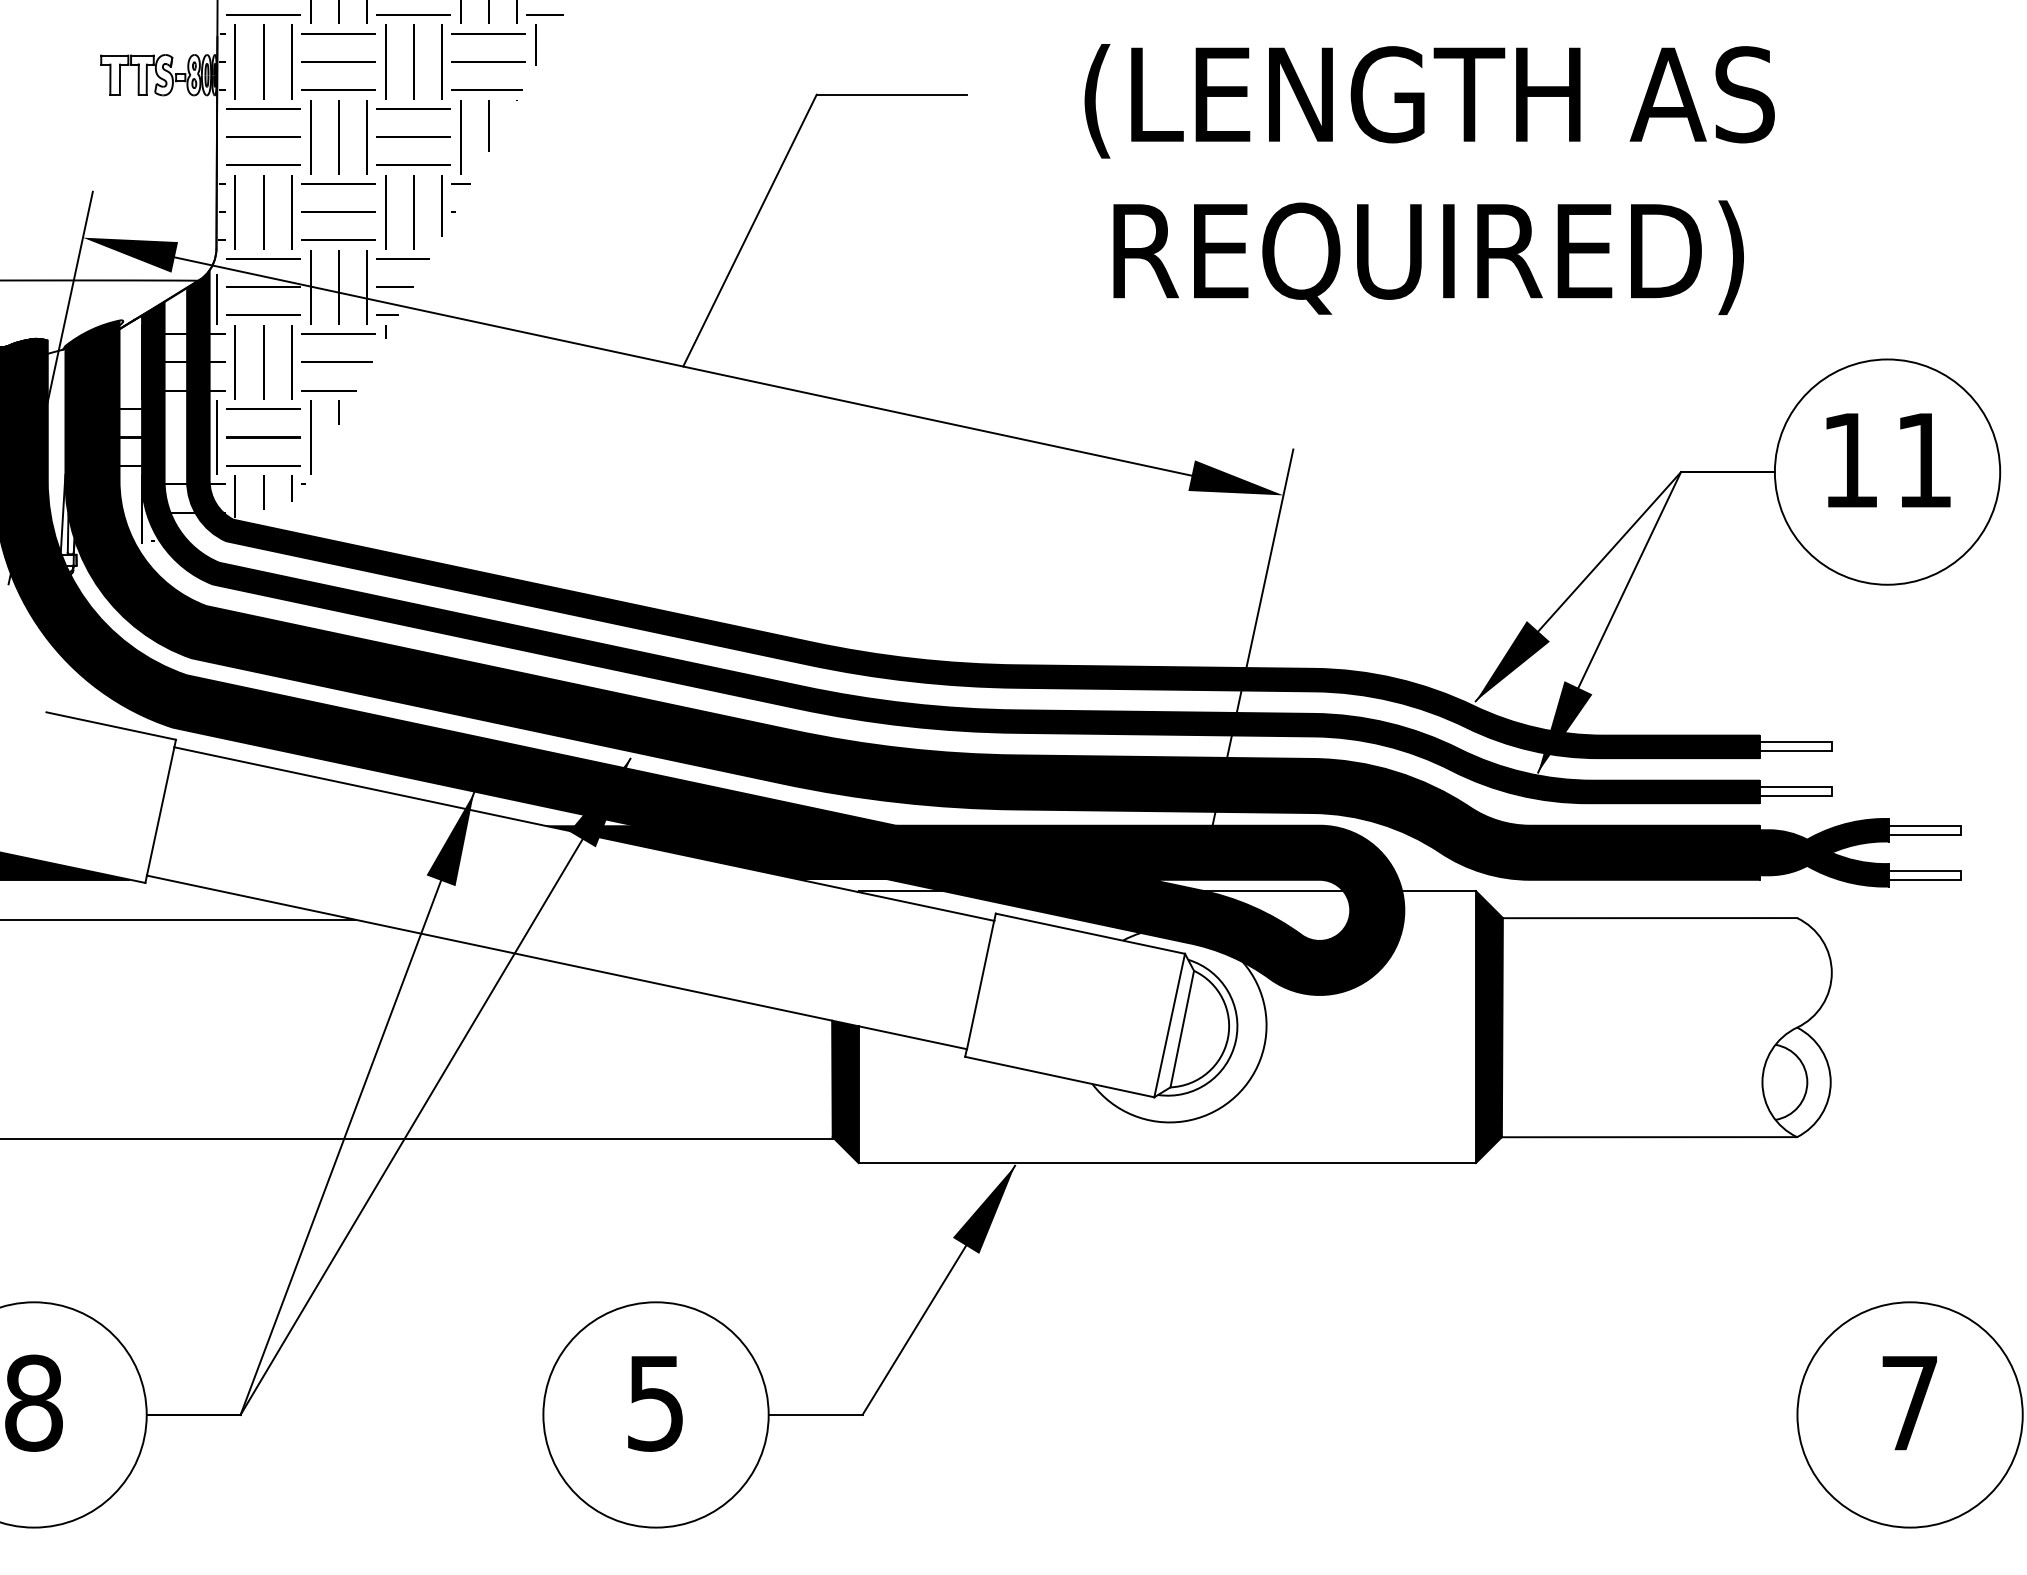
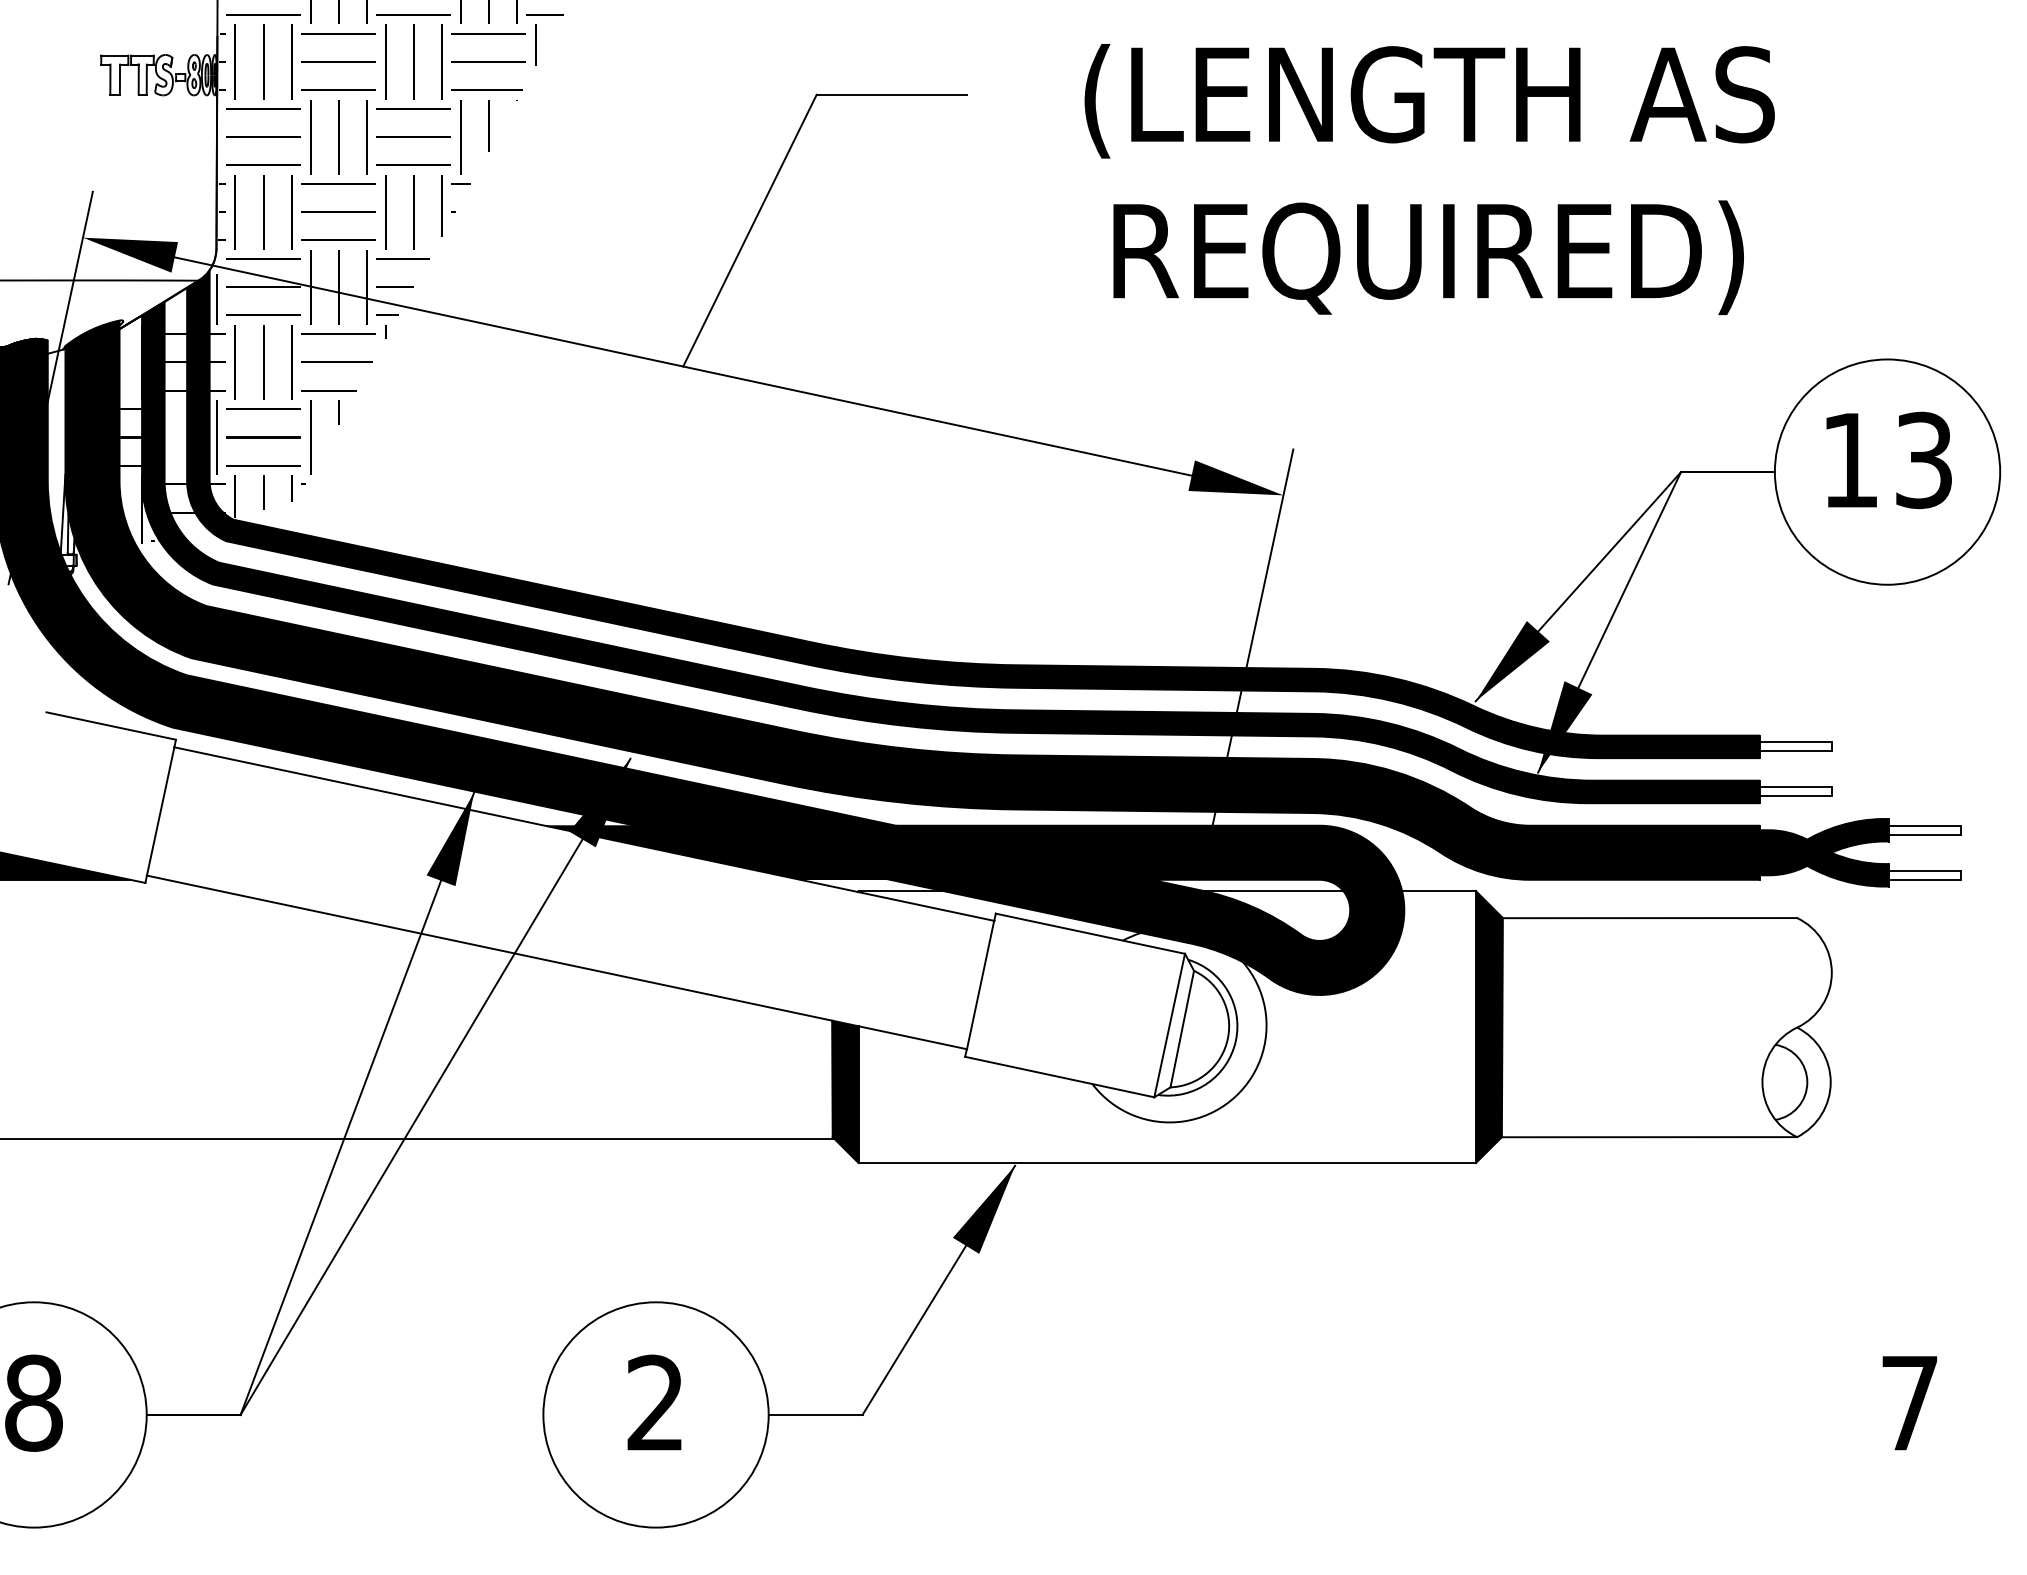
text at (1923, 460): 11 -> 13
line at (178, 919): present -> none
text at (654, 1402): 5 -> 2
circle at (1909, 1414): present -> none
